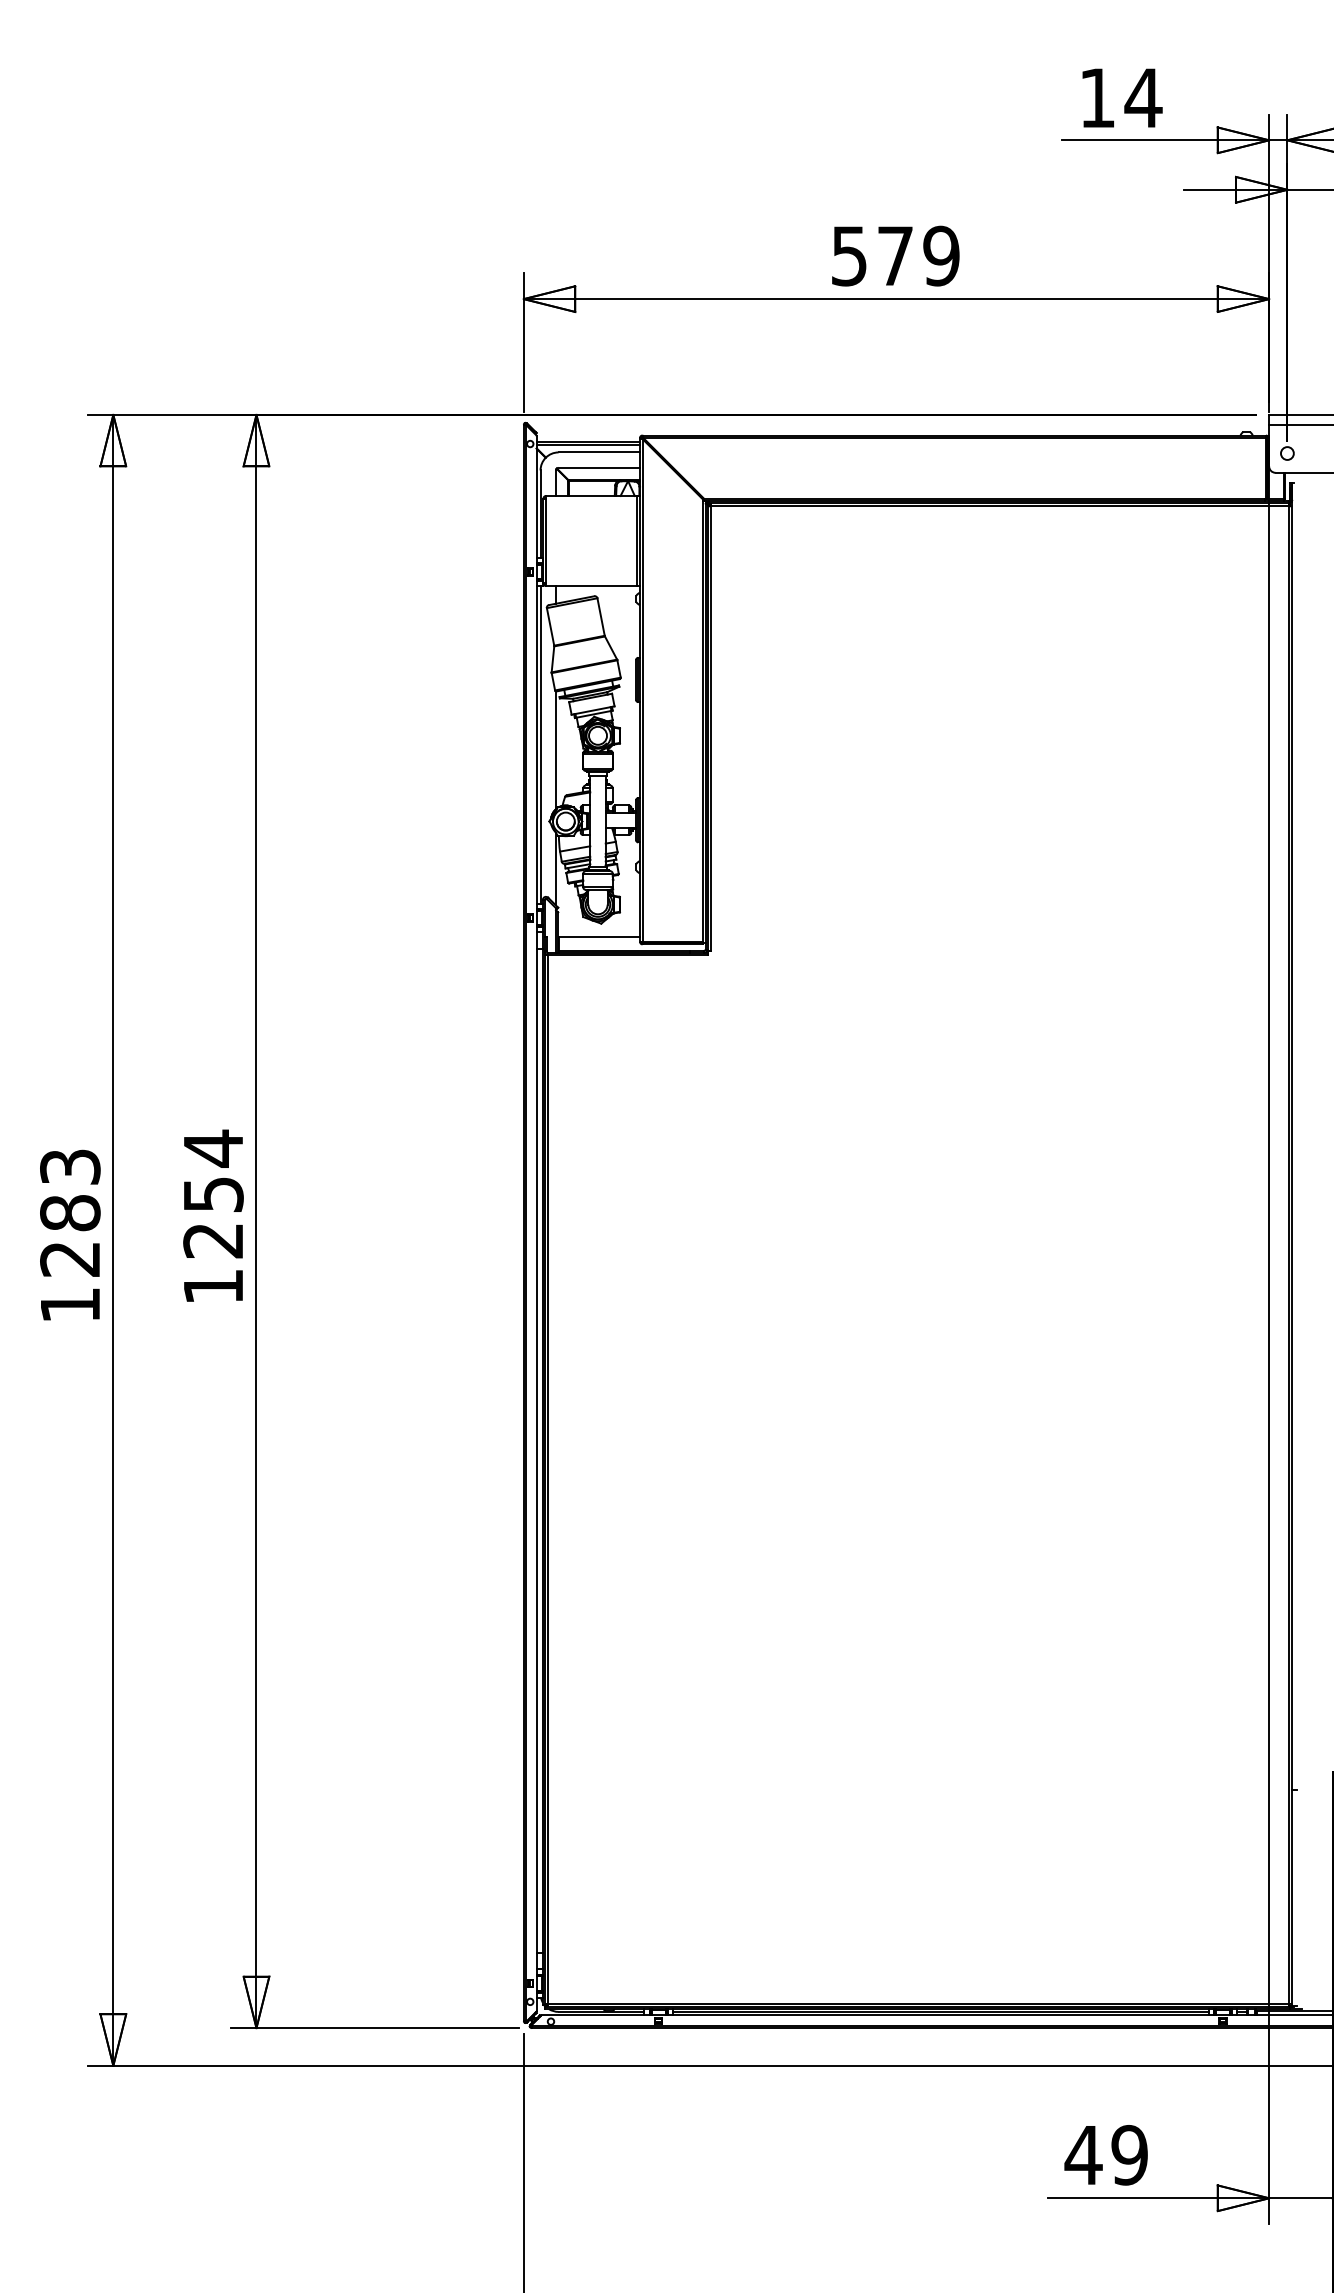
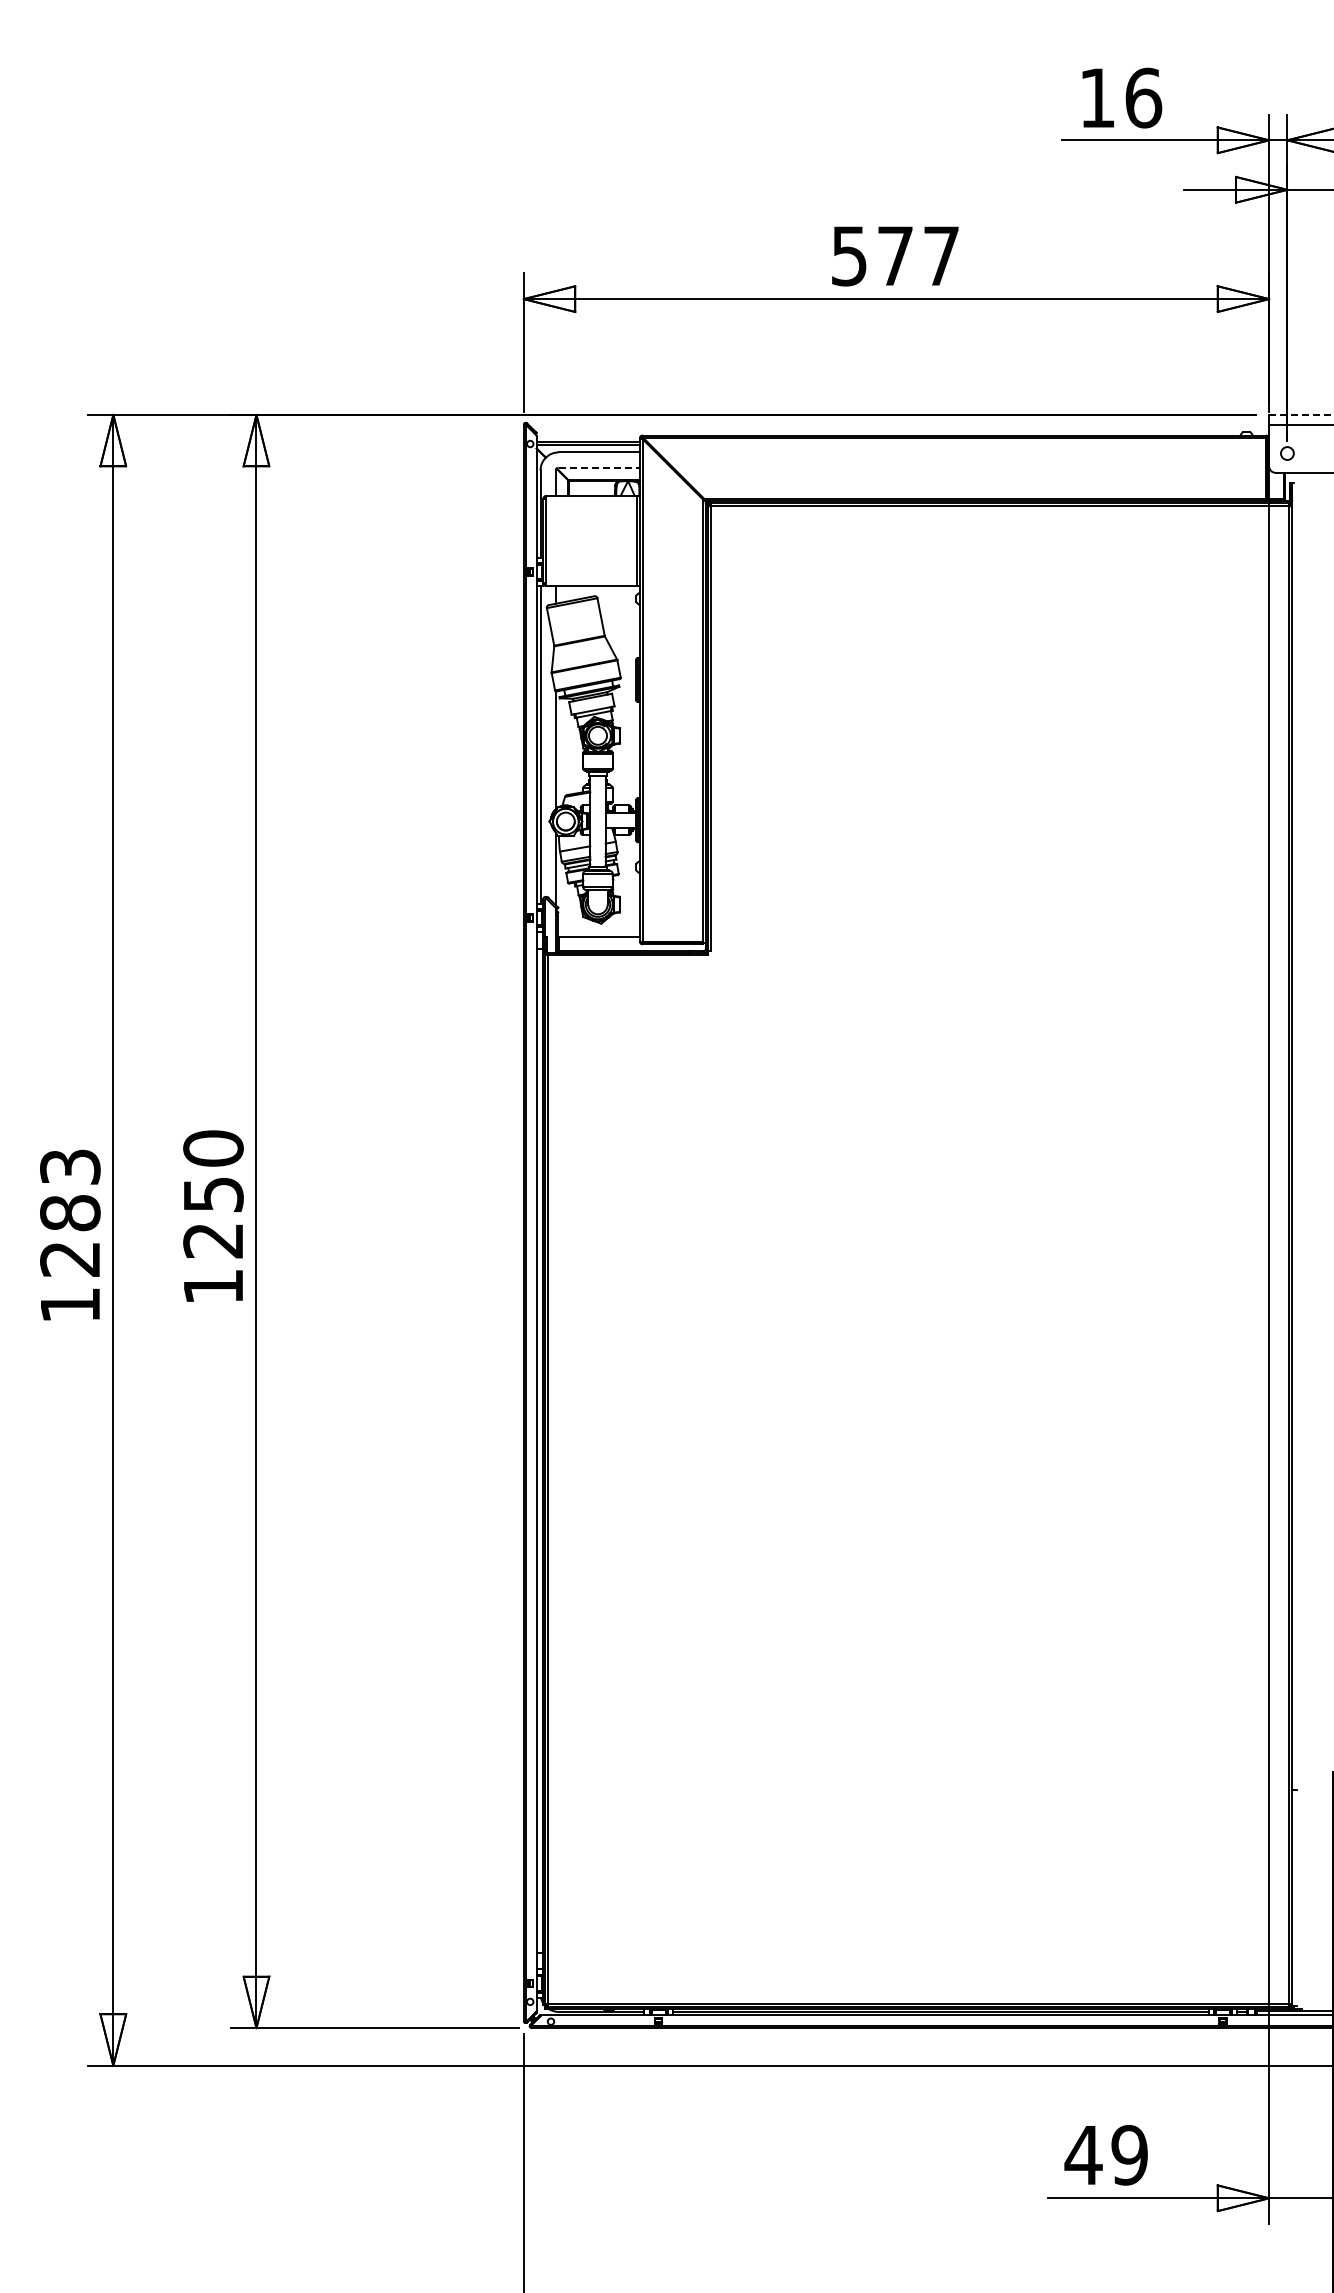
text at (1143, 97): 14 -> 16
text at (941, 255): 579 -> 577
line at (1301, 414): solid -> dashed
line at (599, 467): solid -> dashed
text at (213, 1148): 1254 -> 1250
